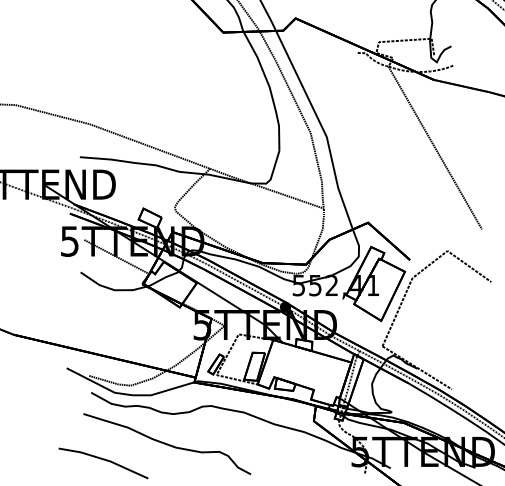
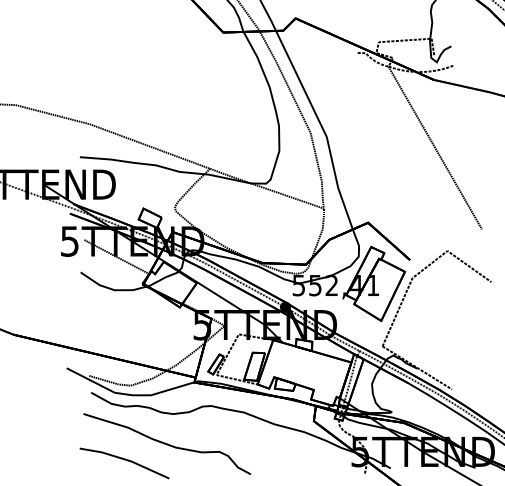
line at (103, 460) position: (103, 460) -> (124, 460)
